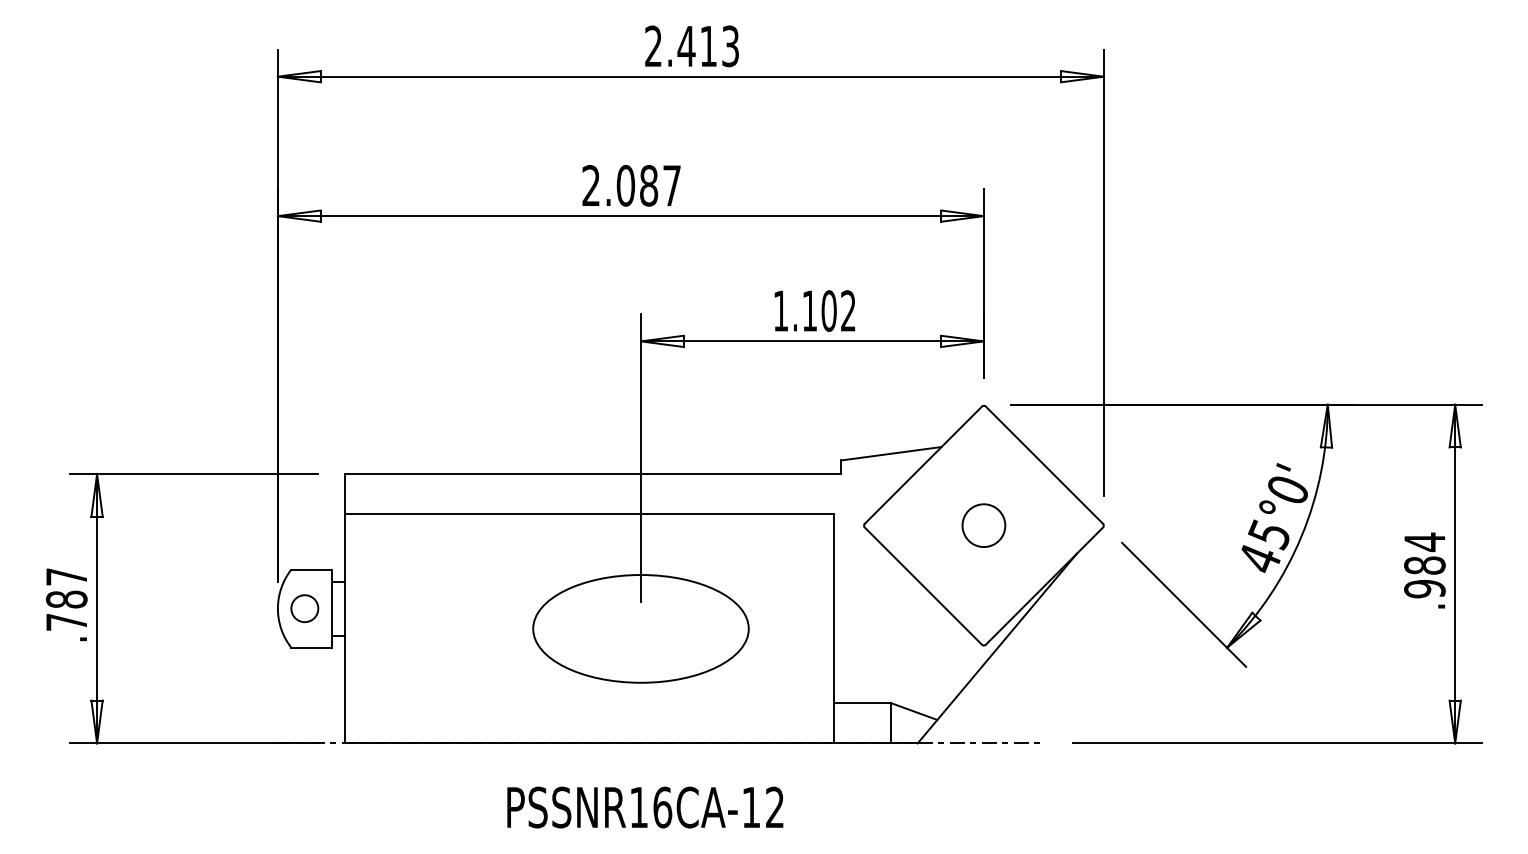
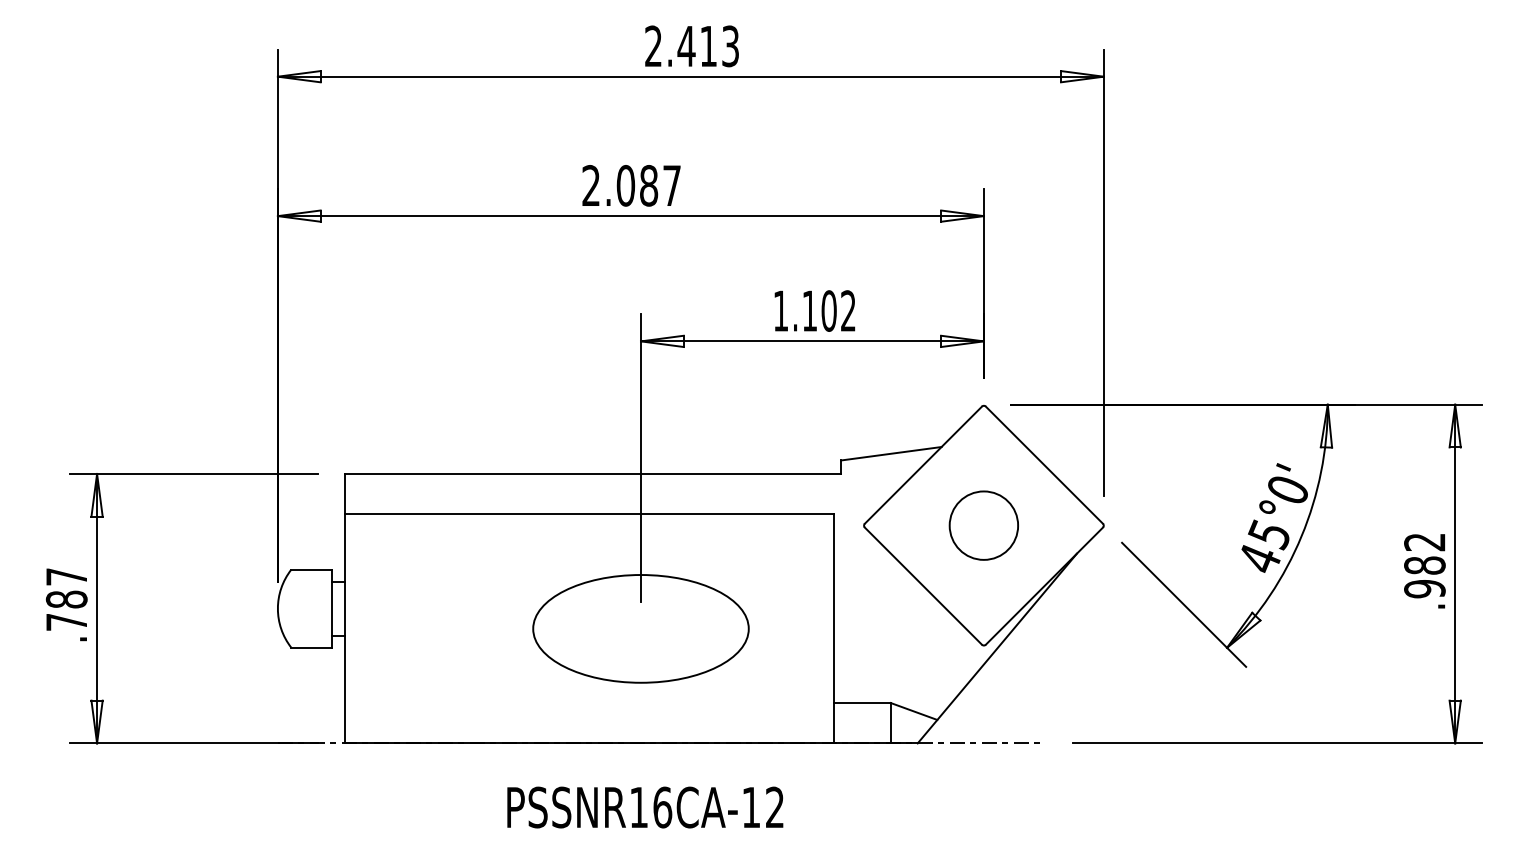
circle at (983, 525) diameter: 43 px -> 68 px
text at (1424, 542): .984 -> .982
circle at (304, 608): present -> none
